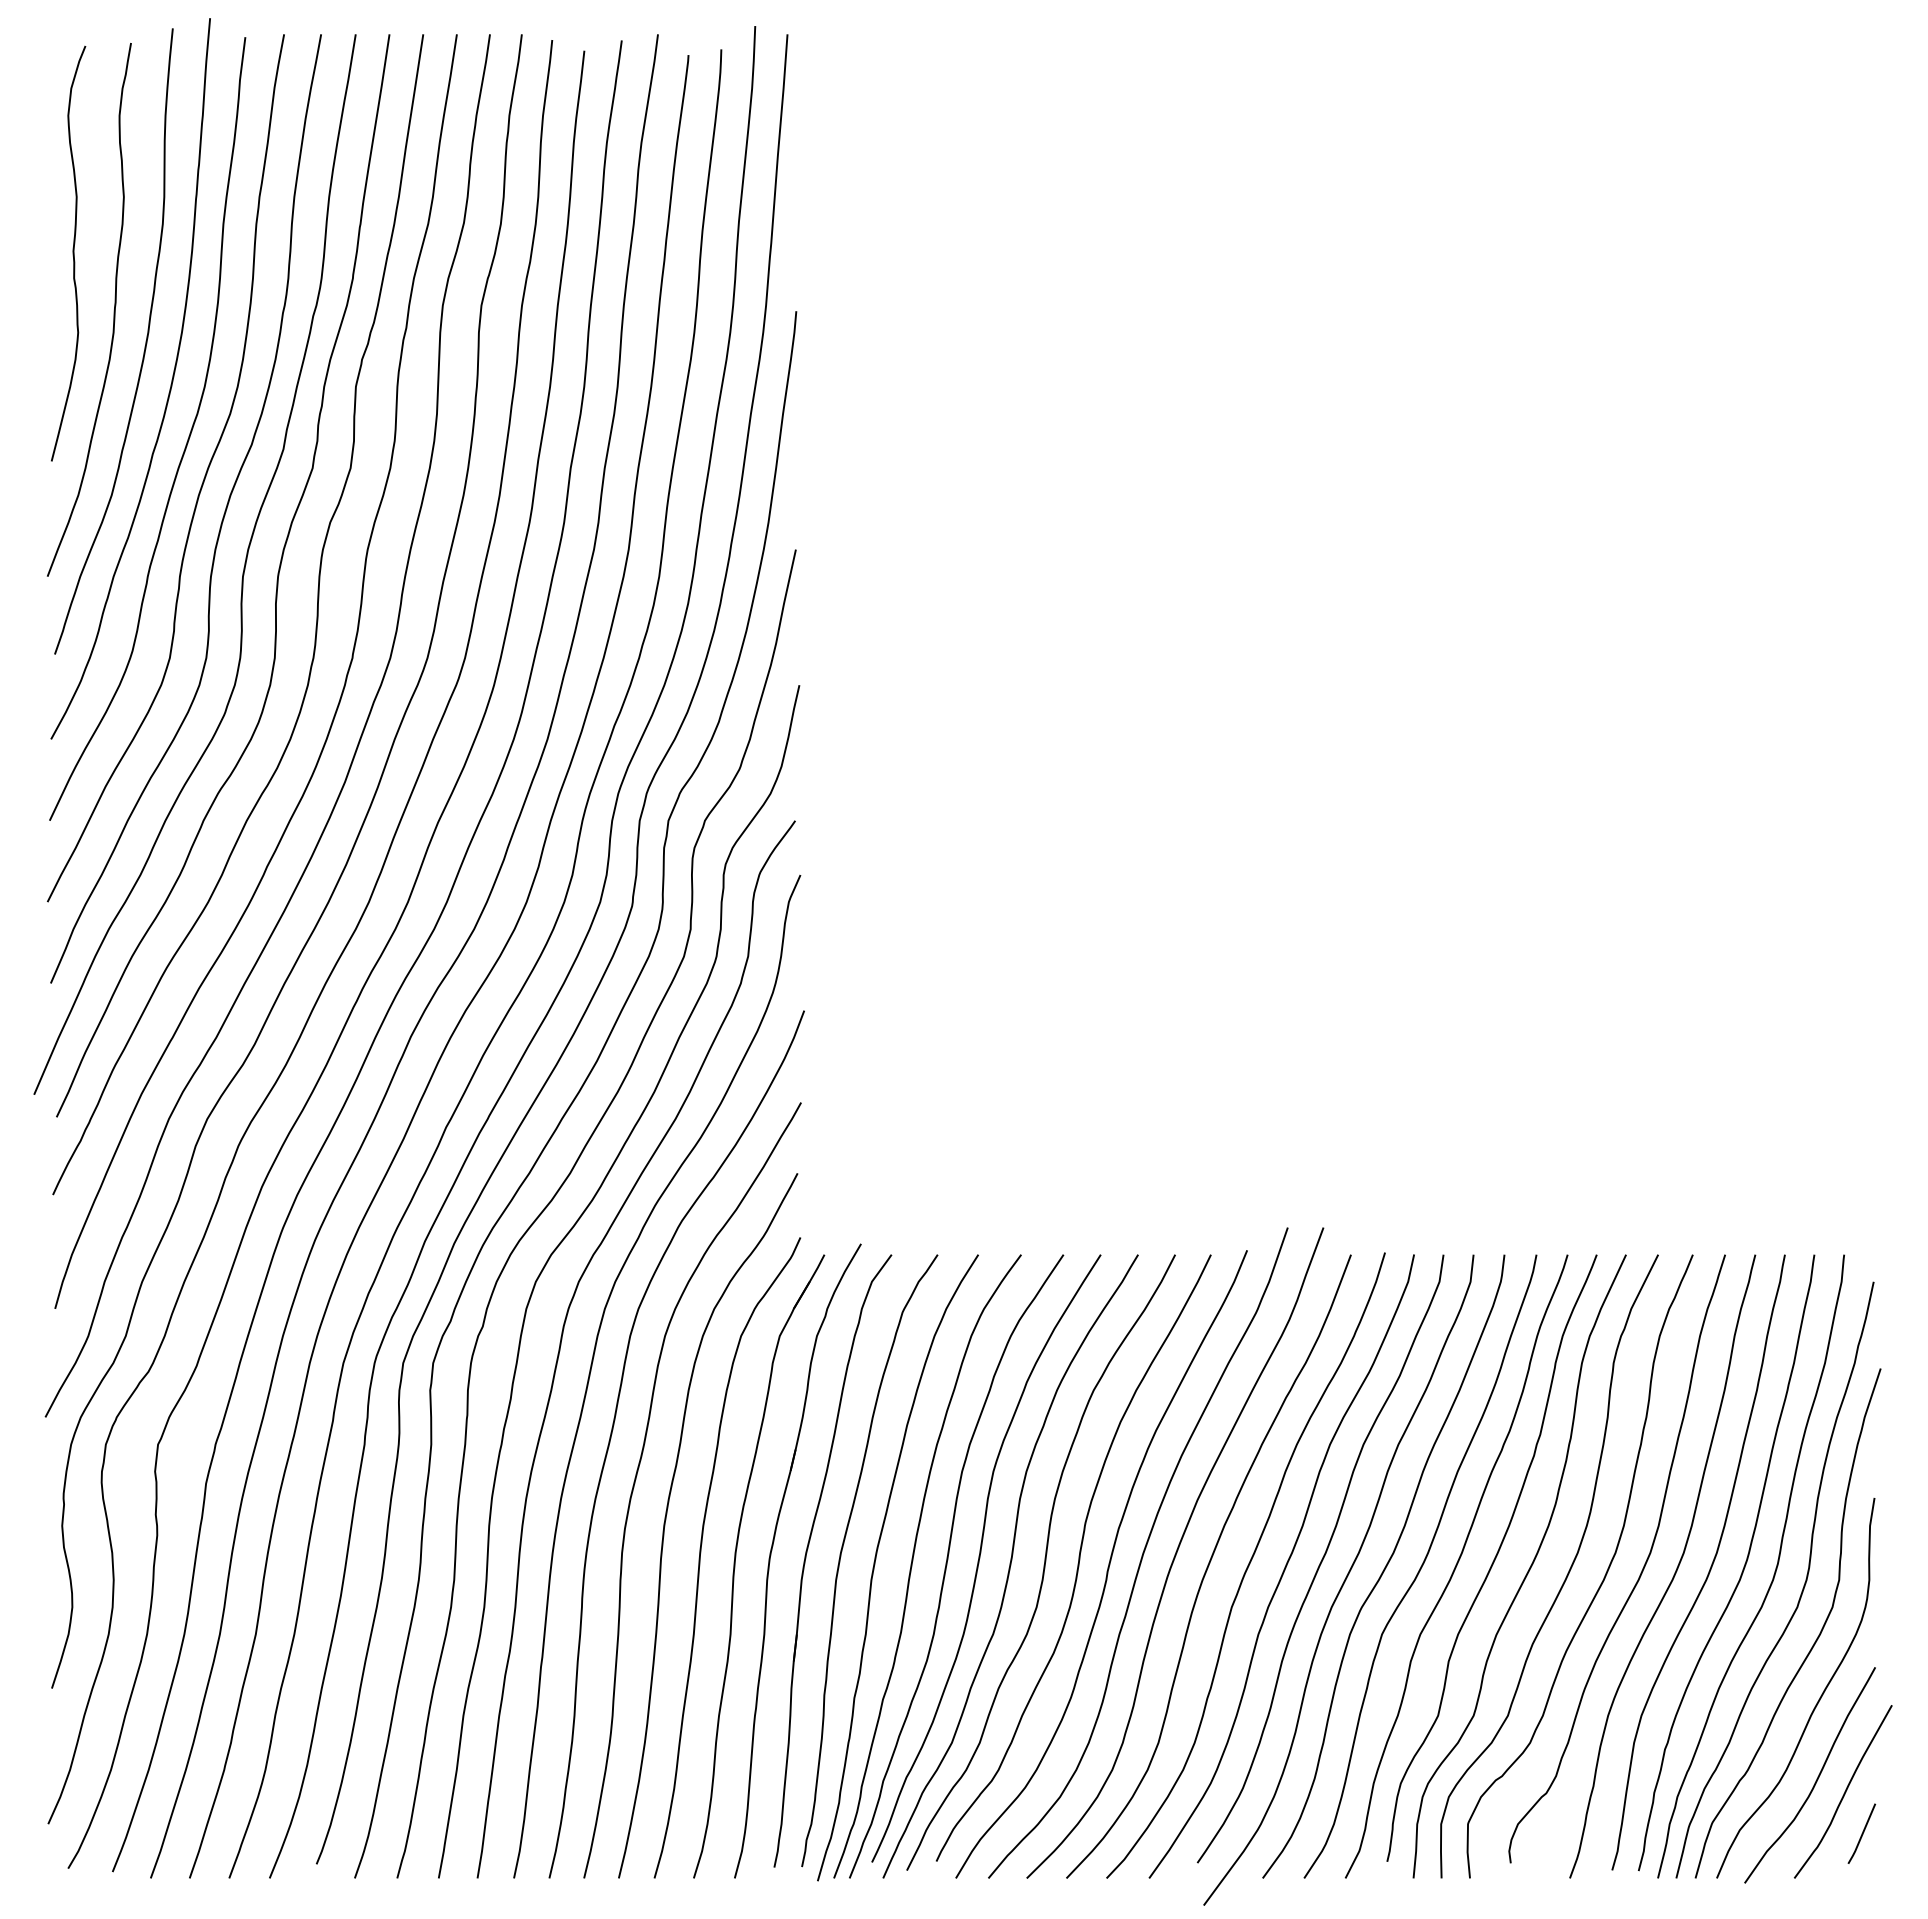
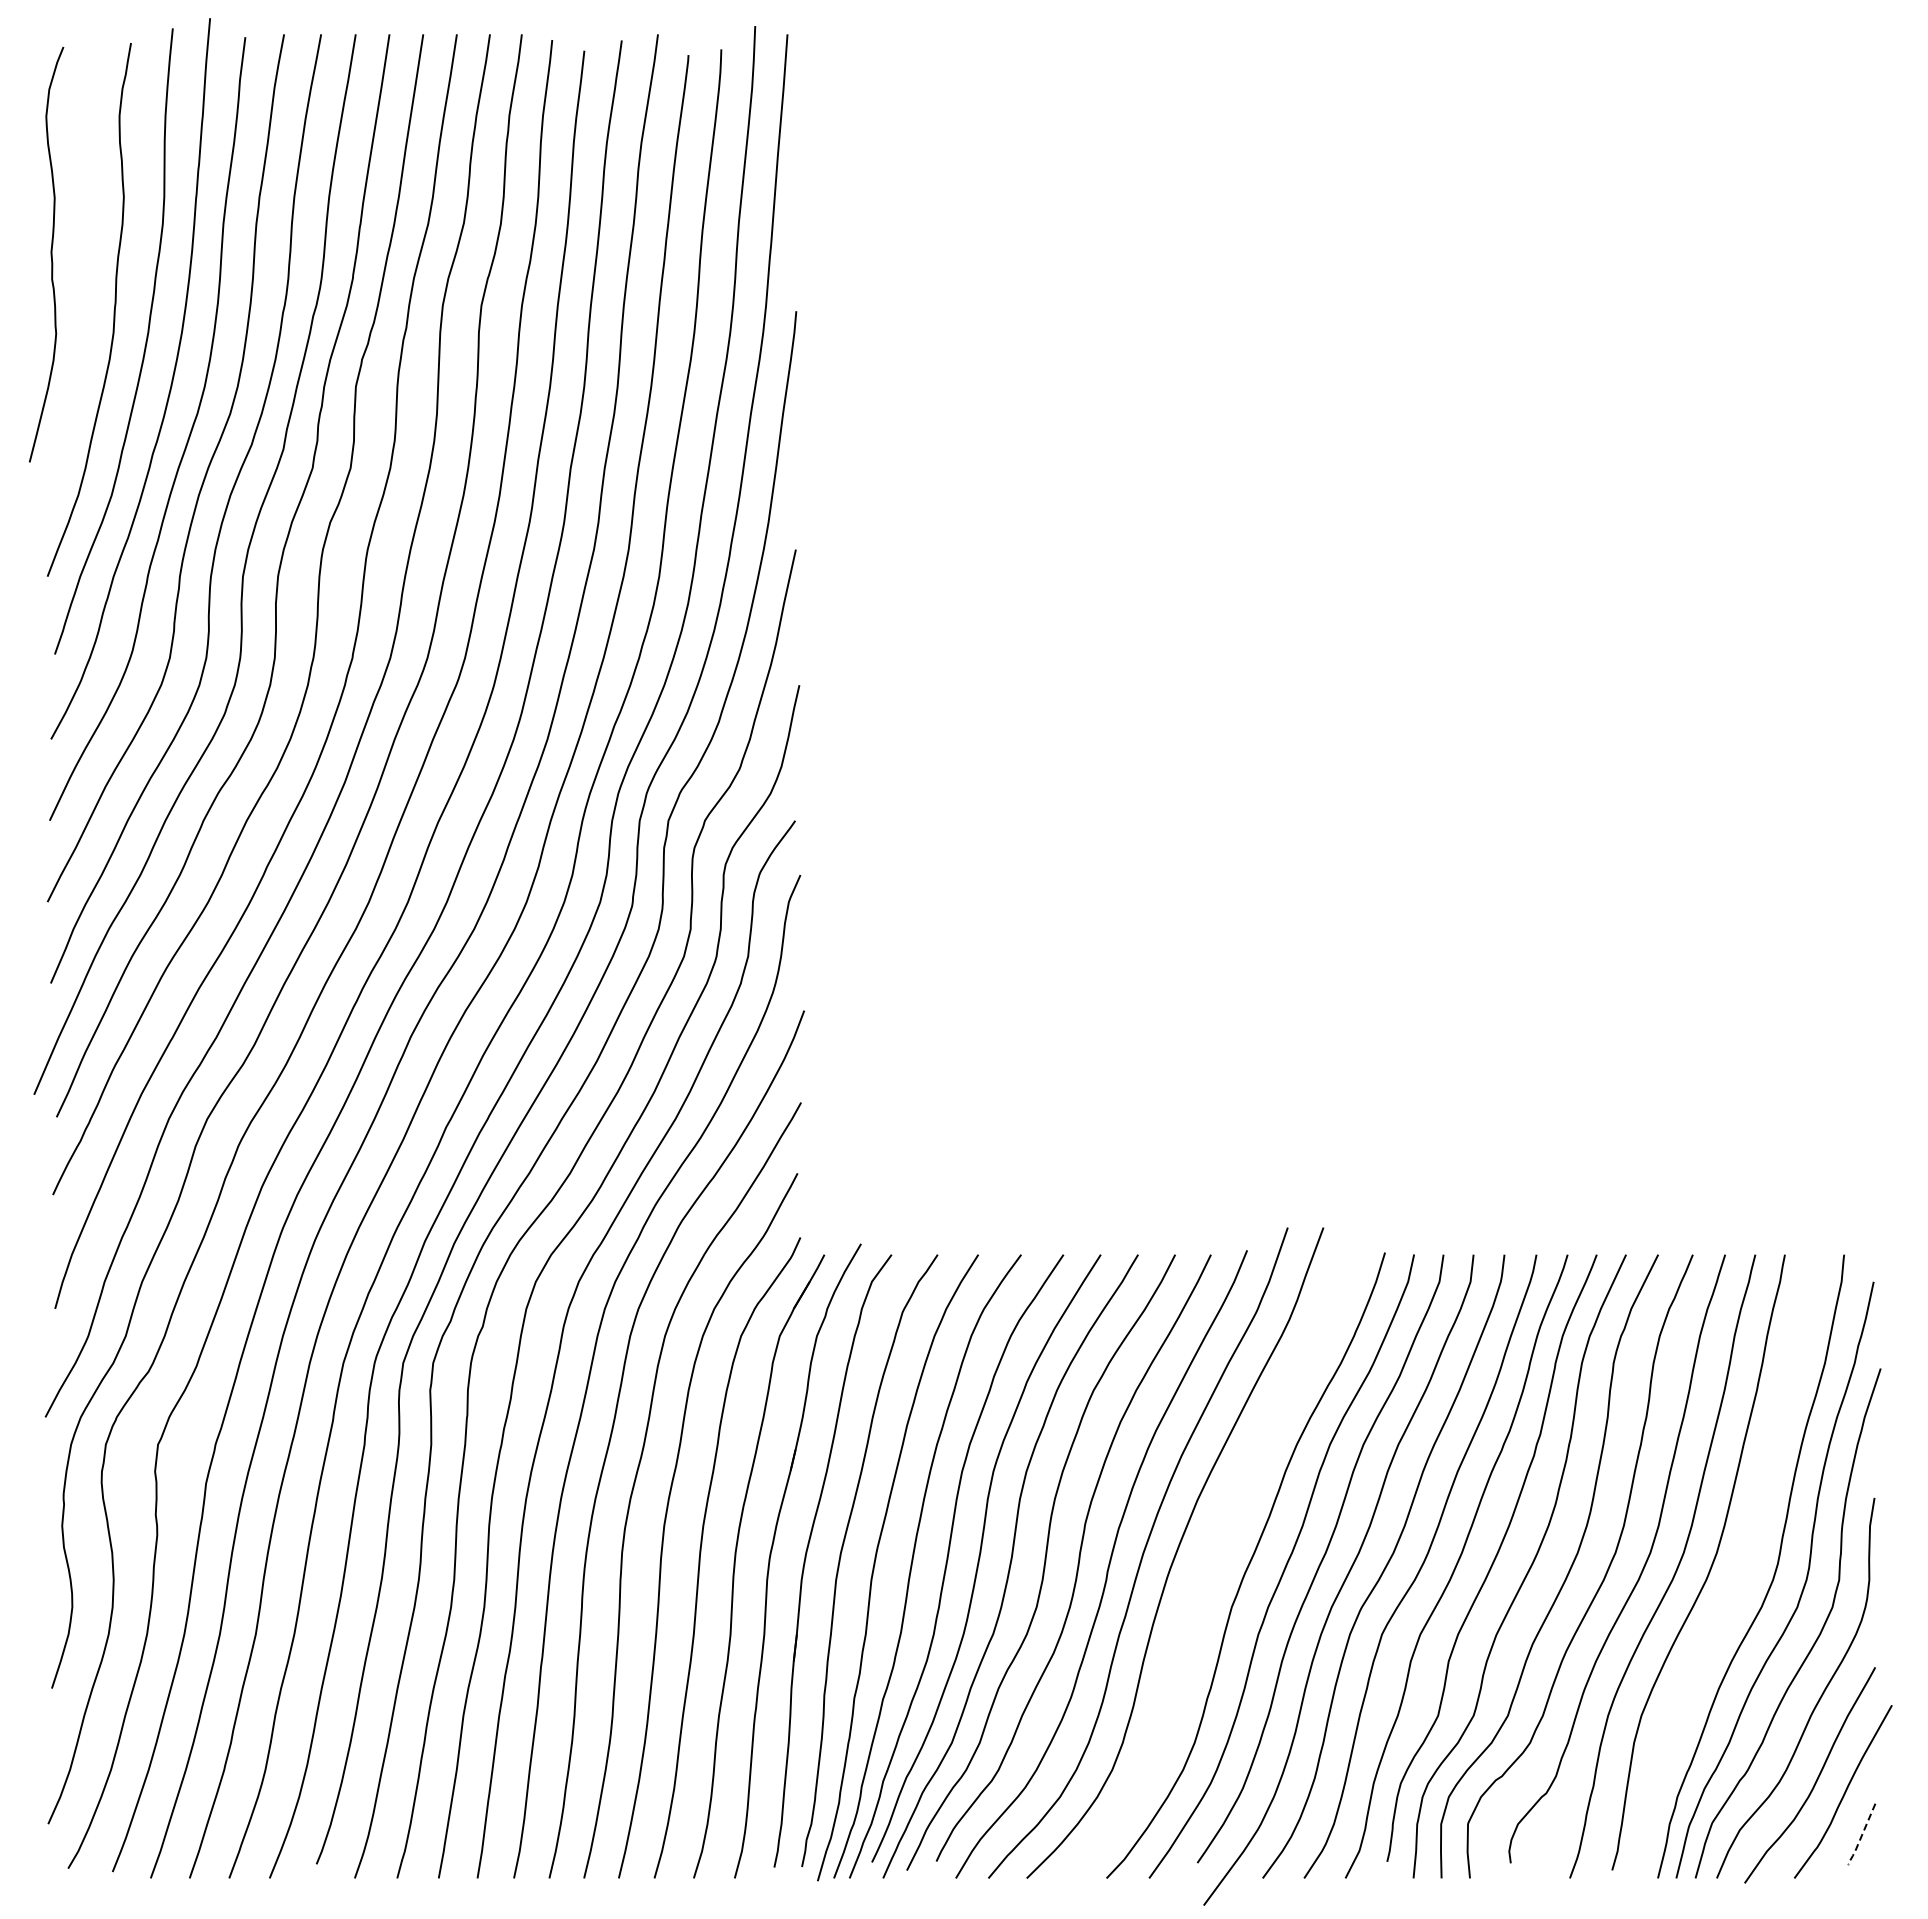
curve at (72, 253) position: (72, 253) -> (50, 254)
curve at (1208, 1566): present -> none
curve at (1743, 1566): present -> none
line at (1861, 1835): solid -> dashed
